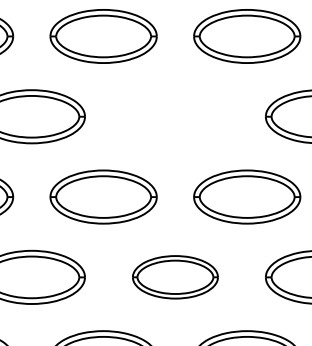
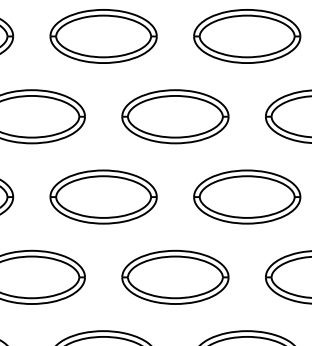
part at (175, 116): none -> present
part at (175, 277) size: 87x45 px -> 109x56 px
